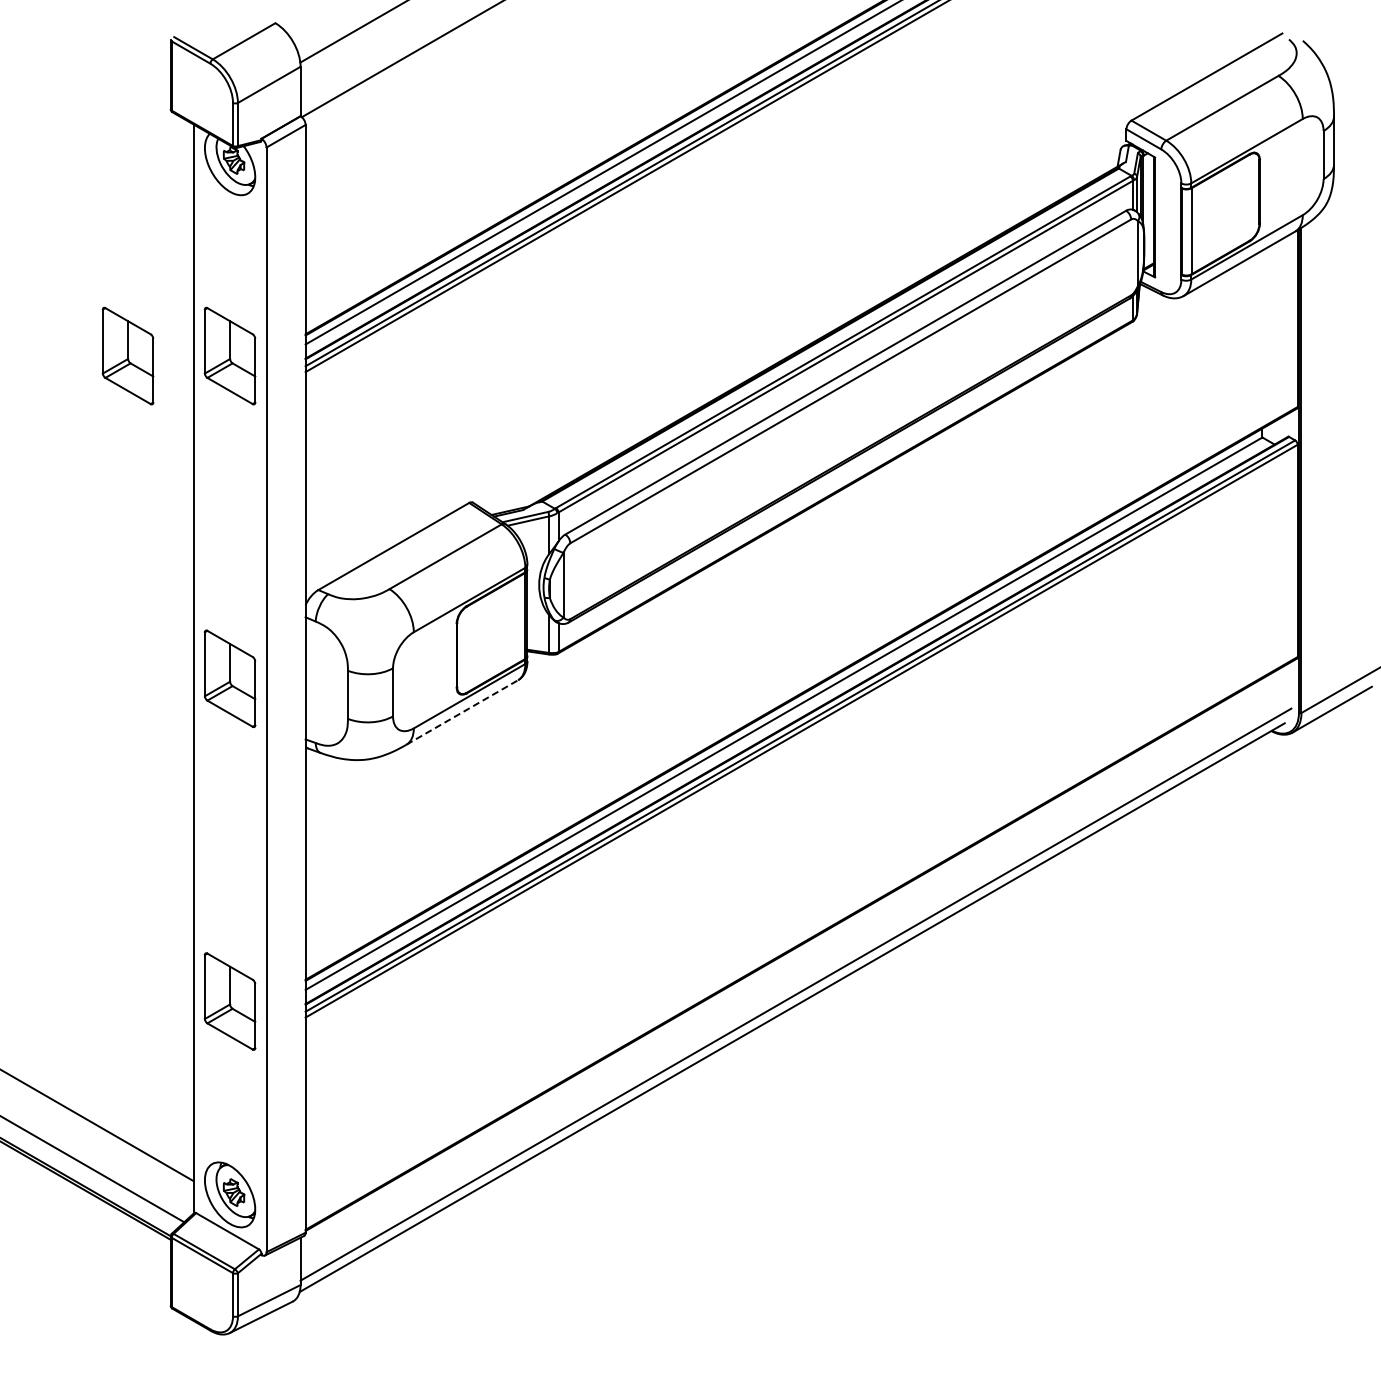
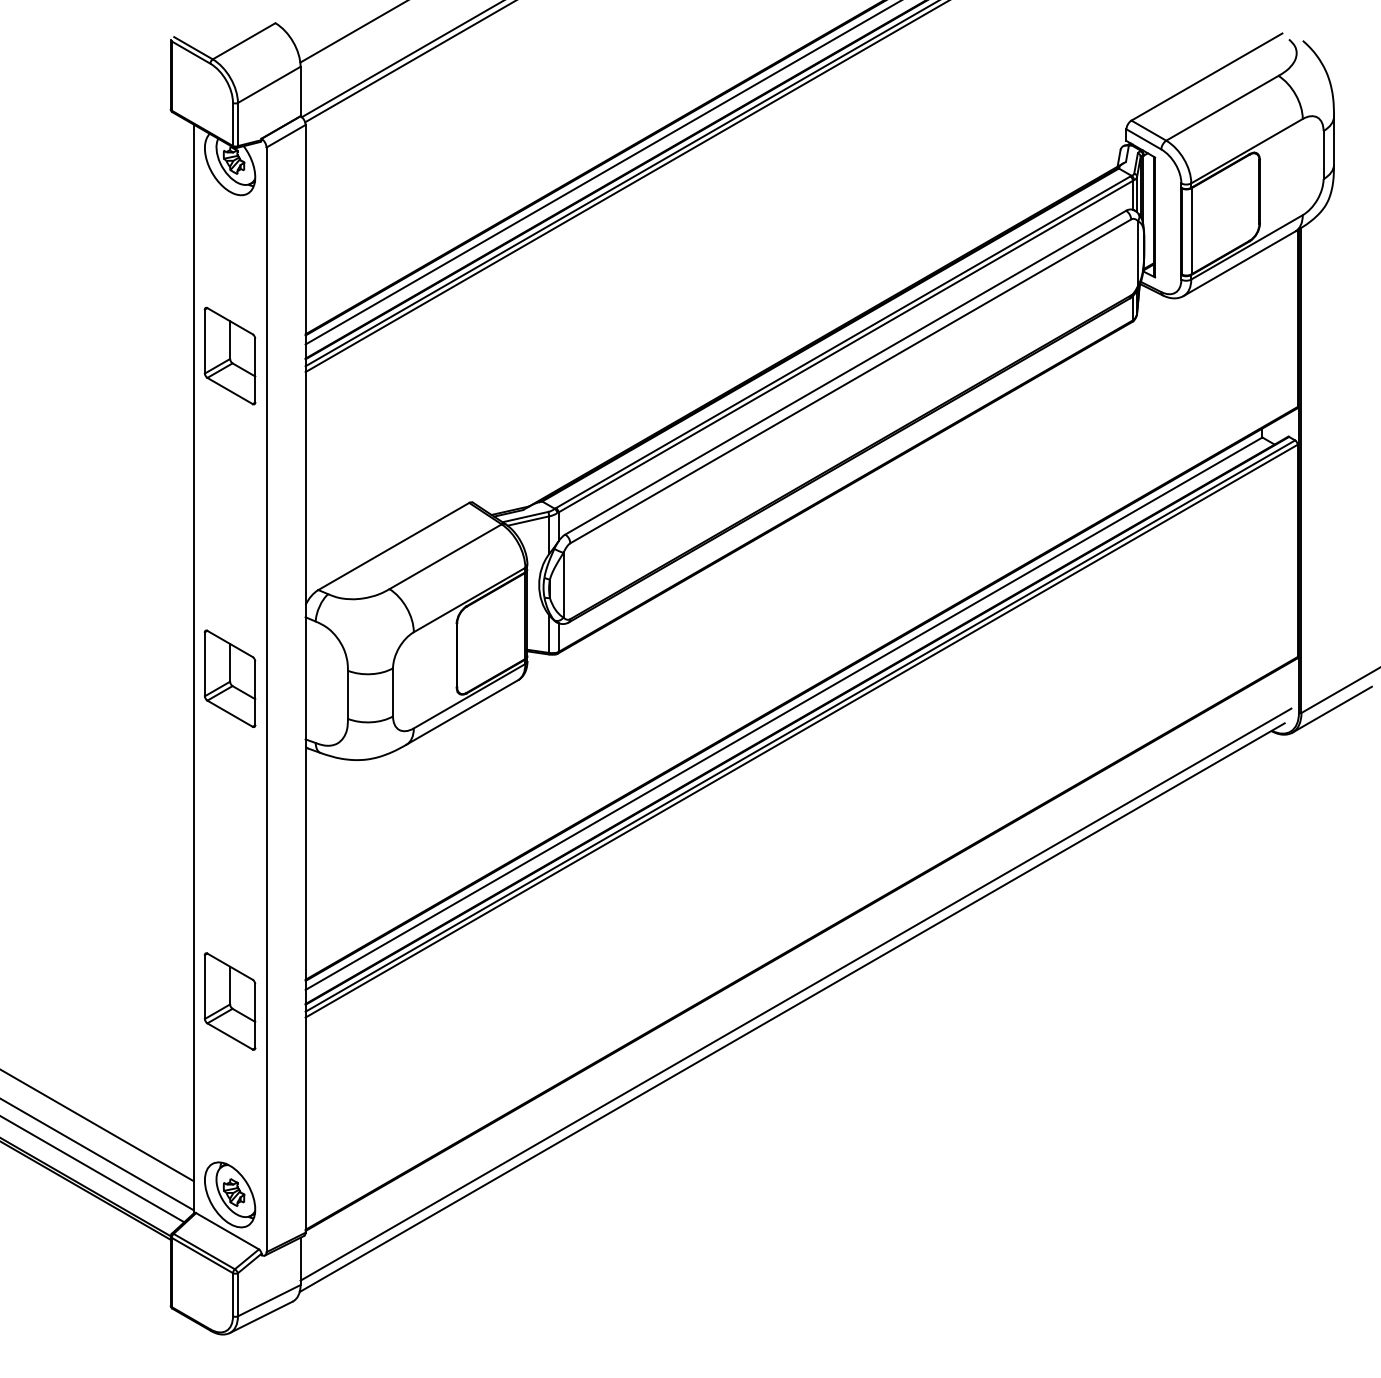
line at (409, 62): none -> present
part at (127, 355): present -> none
line at (462, 712): dashed -> solid
line at (97, 1154): none -> present
